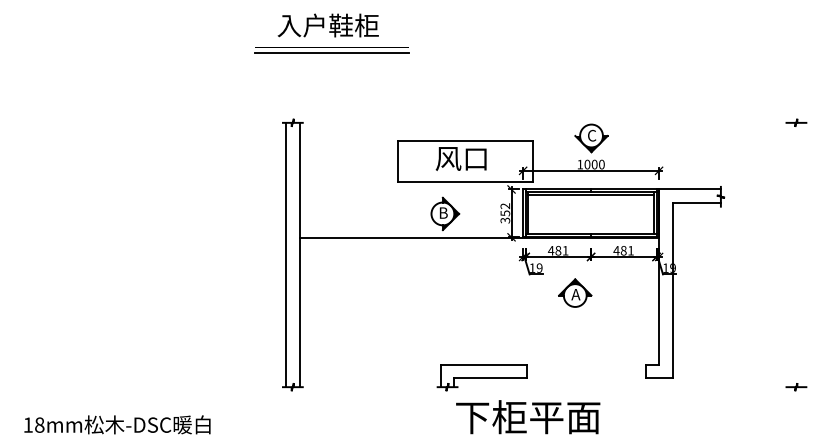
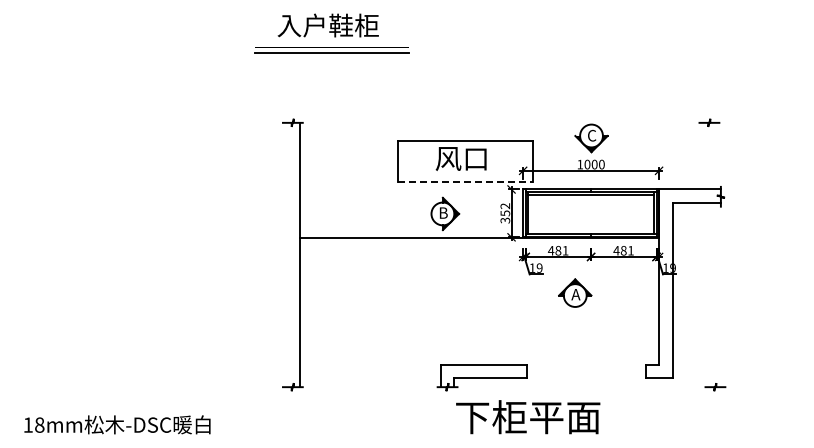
curve at (796, 122) position: (796, 122) -> (709, 122)
line at (465, 181): solid -> dashed
line at (286, 254): present -> none
curve at (796, 387) position: (796, 387) -> (715, 387)
